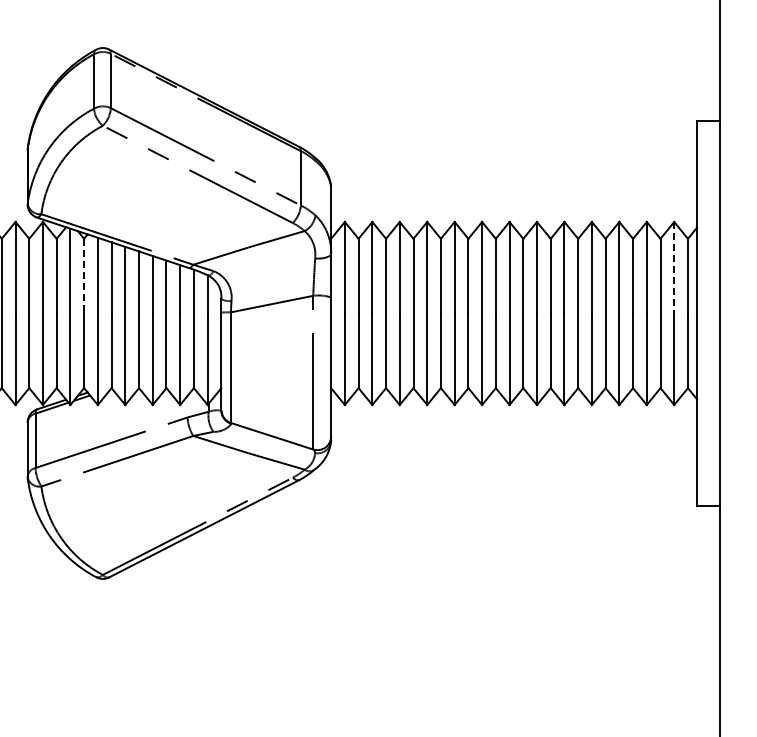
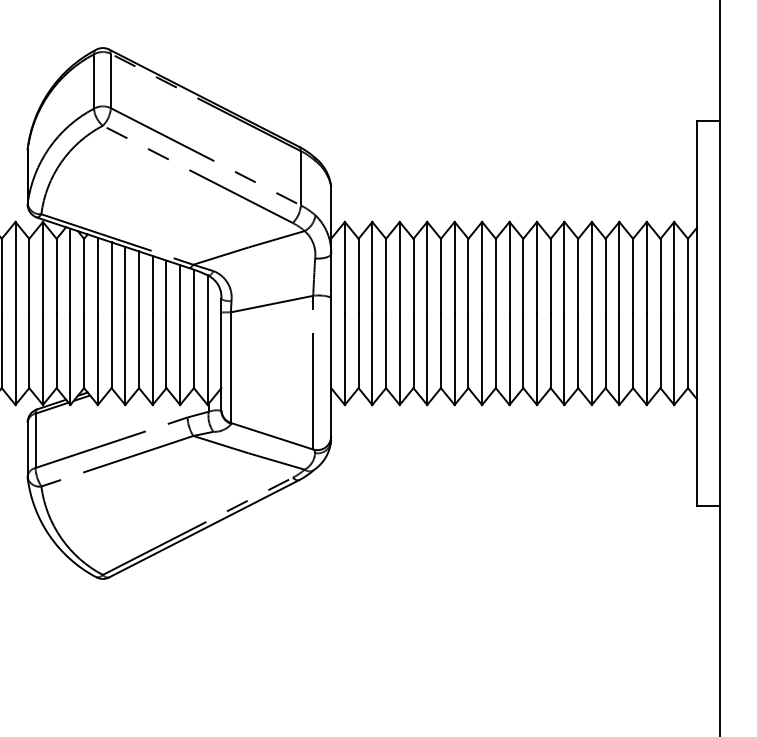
line at (674, 267): dashed -> solid
line at (84, 276): dashed -> solid
